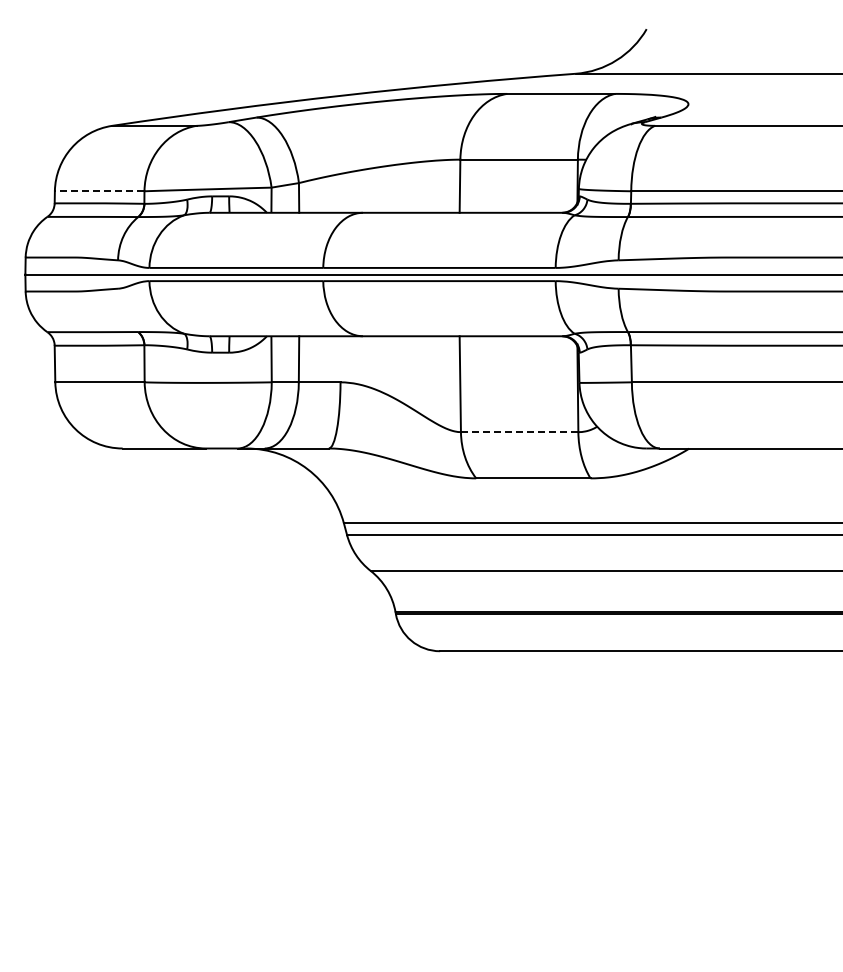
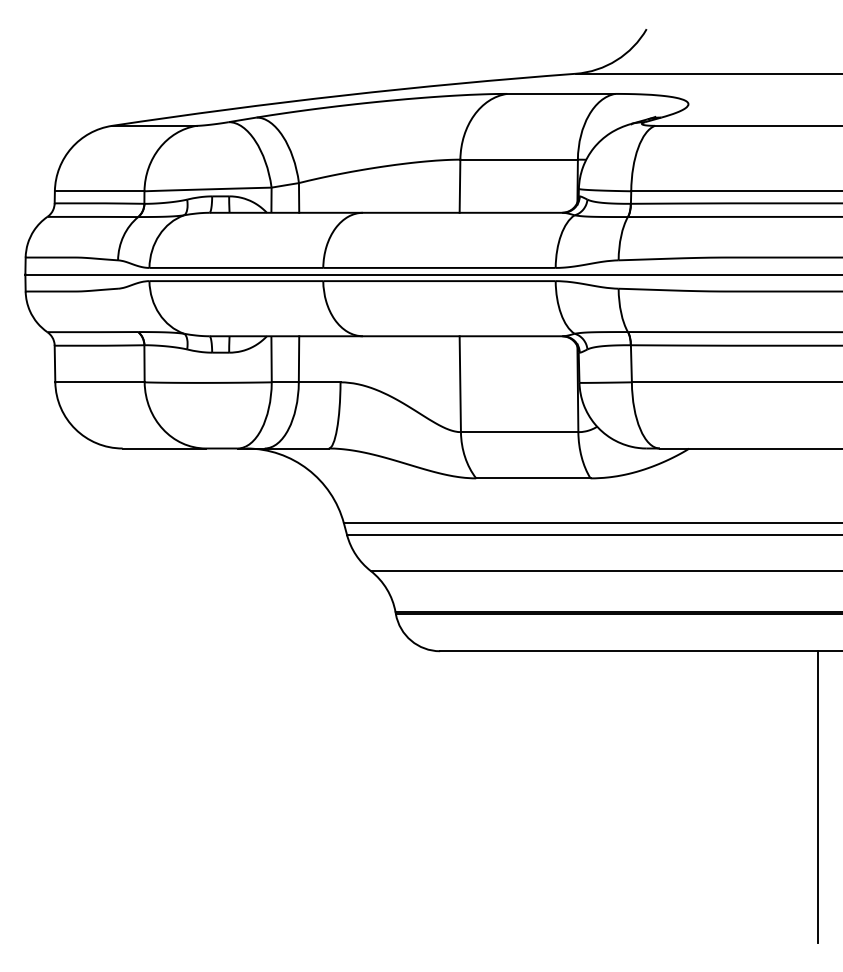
line at (99, 191): dashed -> solid
line at (519, 432): dashed -> solid
line at (817, 796): none -> present
